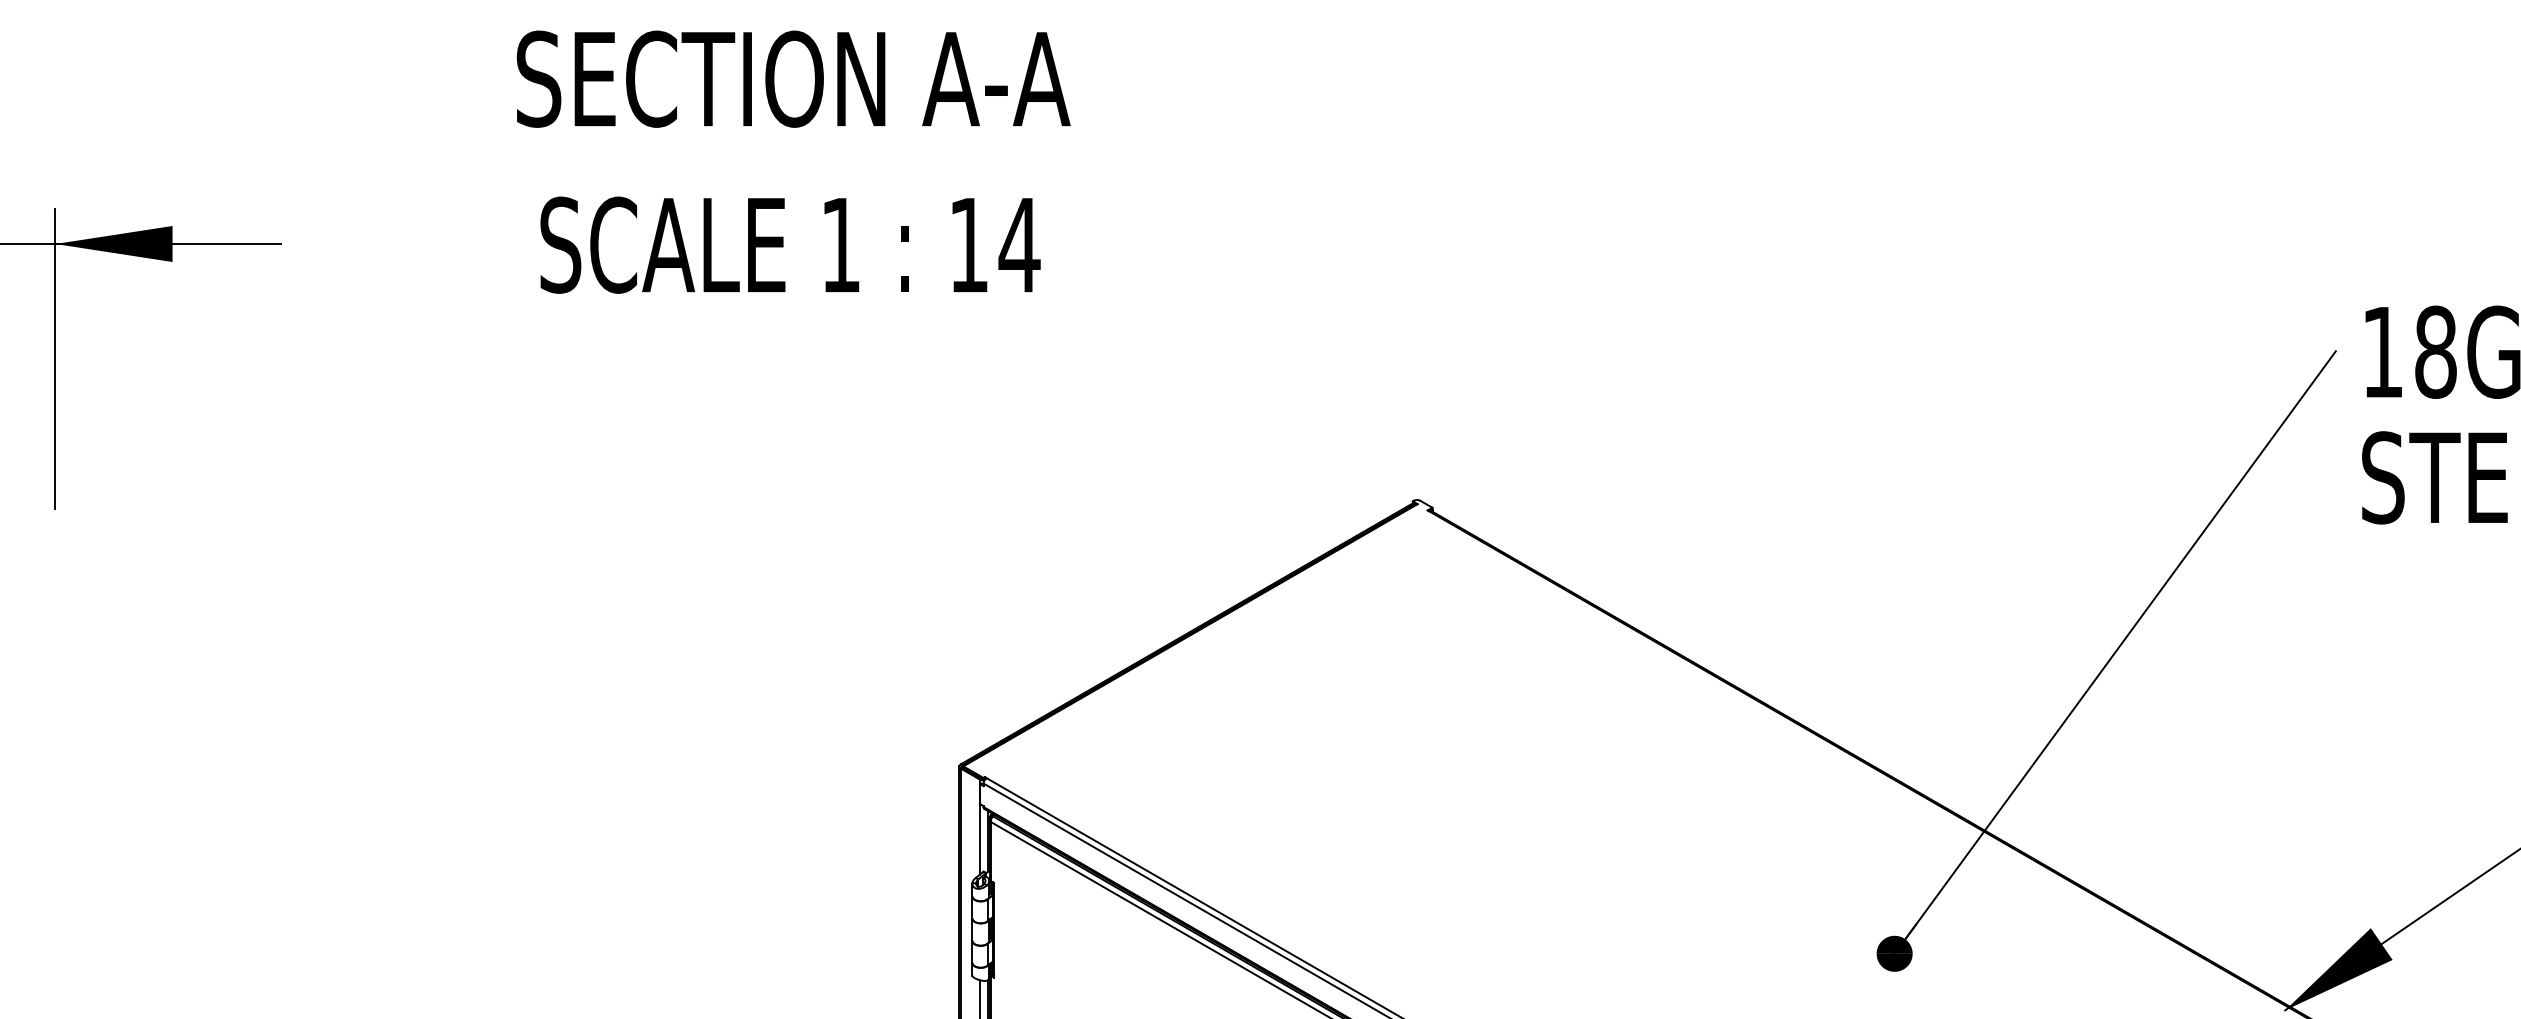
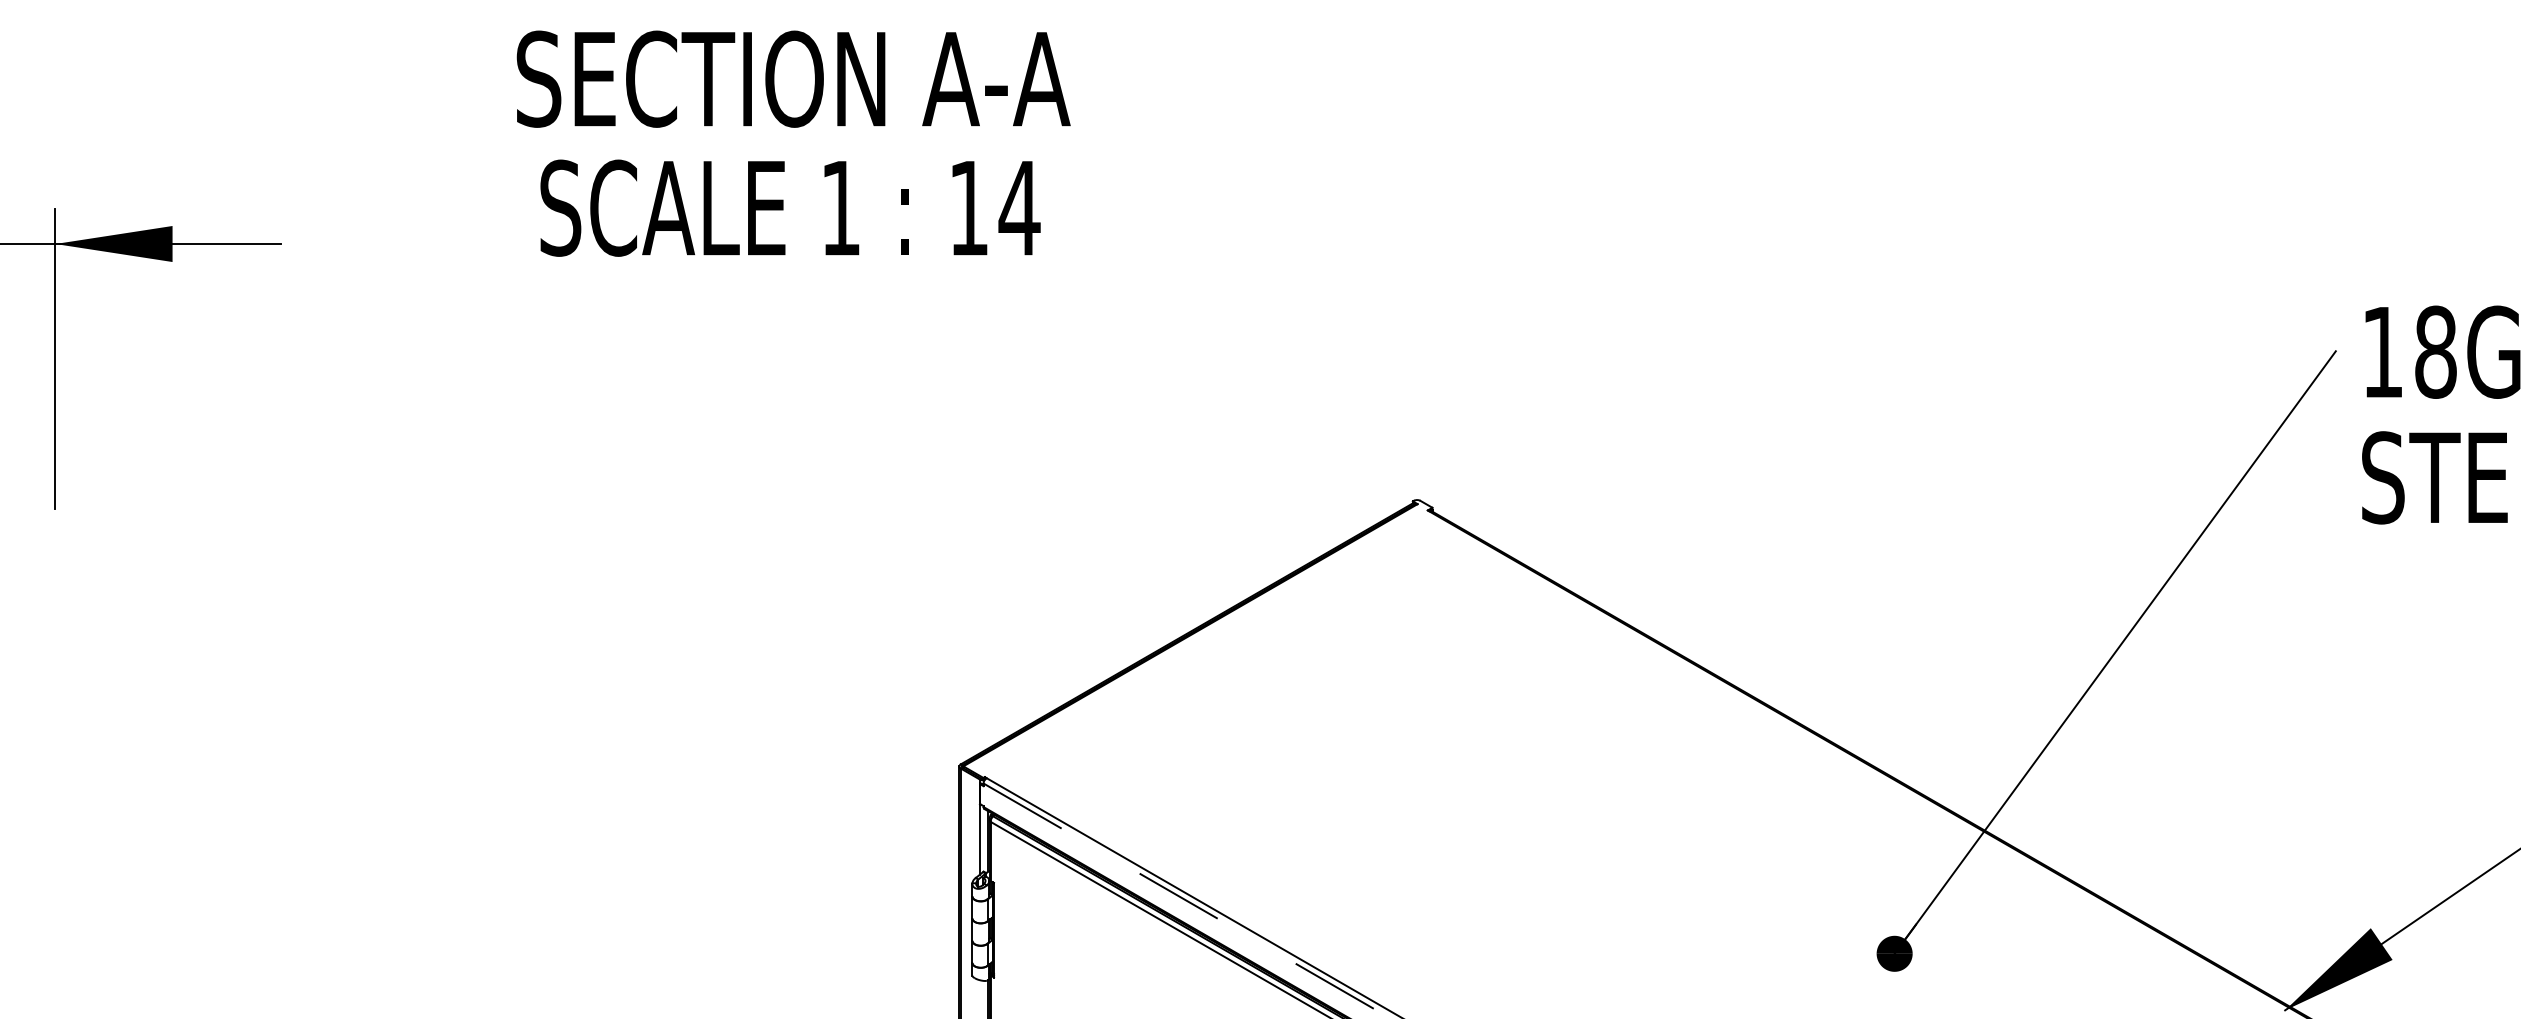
text at (790, 244) position: (790, 244) -> (790, 207)
line at (1187, 901): solid -> dashed
line at (979, 997): present -> none
